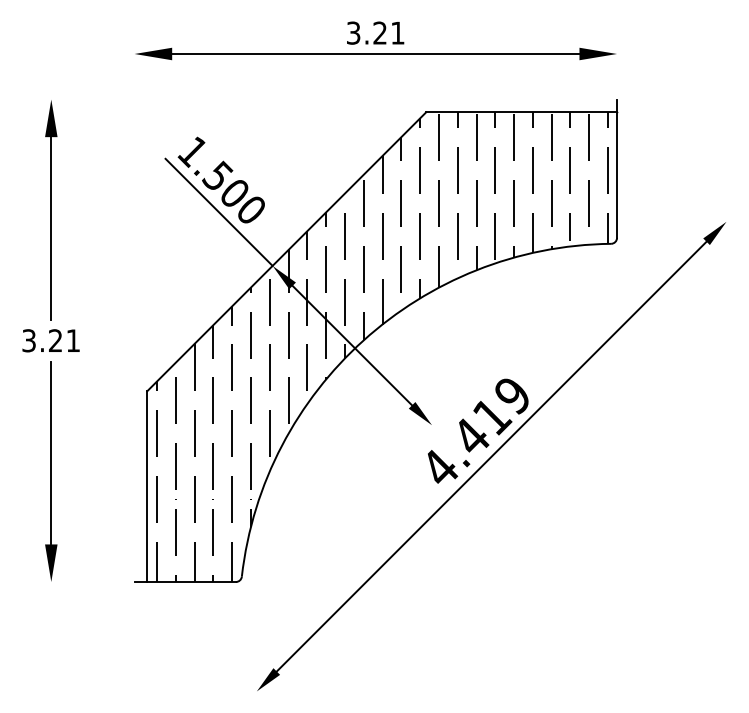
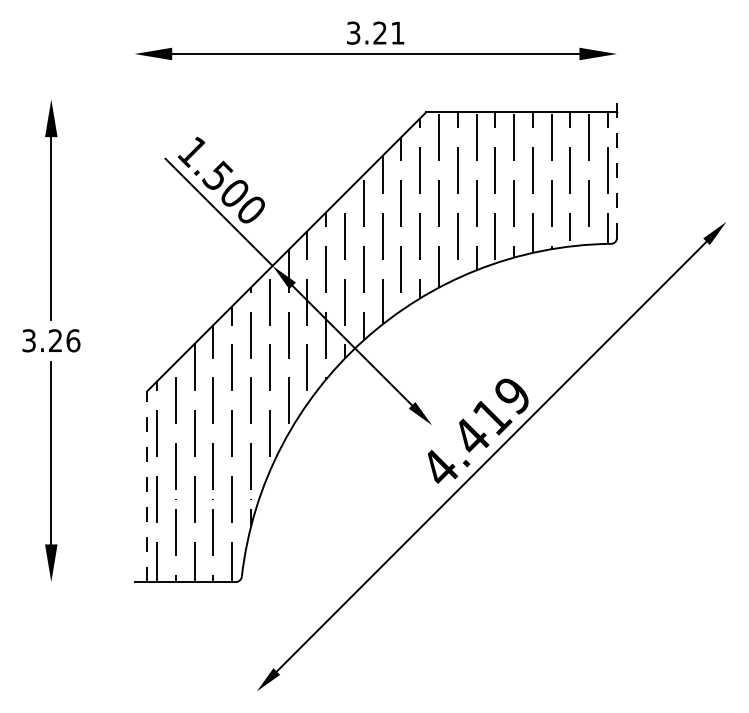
line at (617, 168): solid -> dashed
text at (73, 340): 3.21 -> 3.26
line at (147, 486): solid -> dashed
